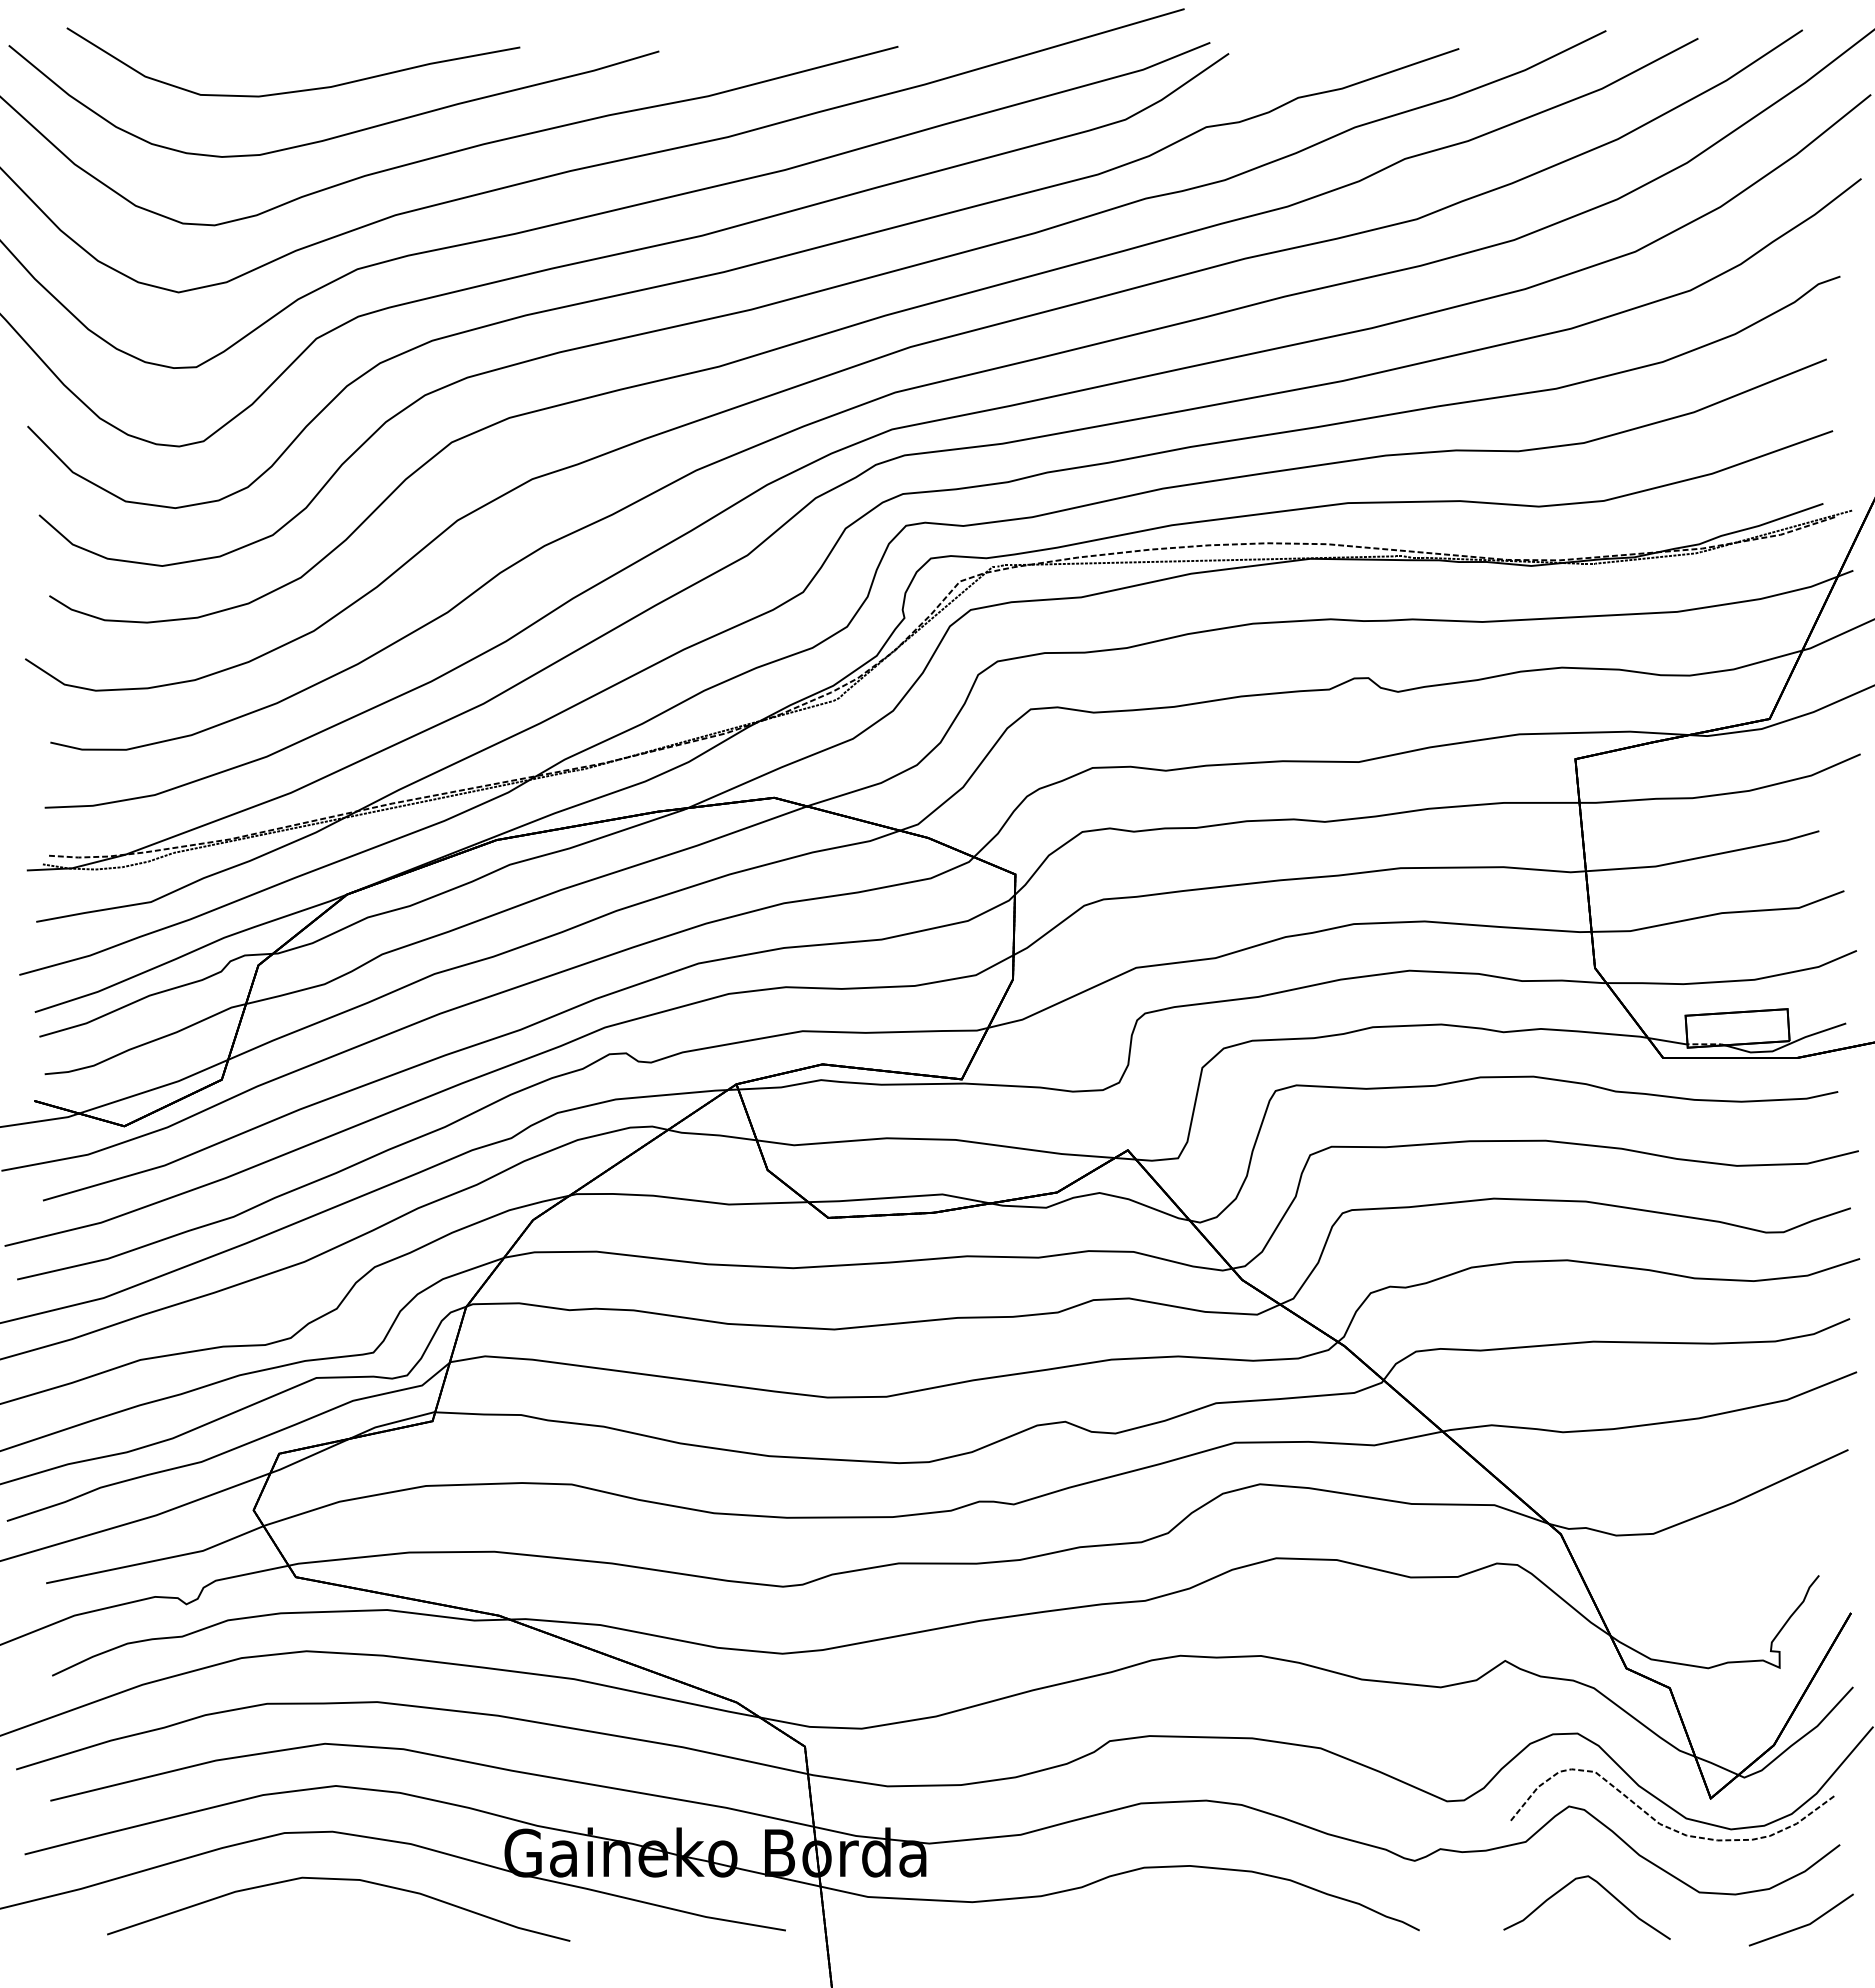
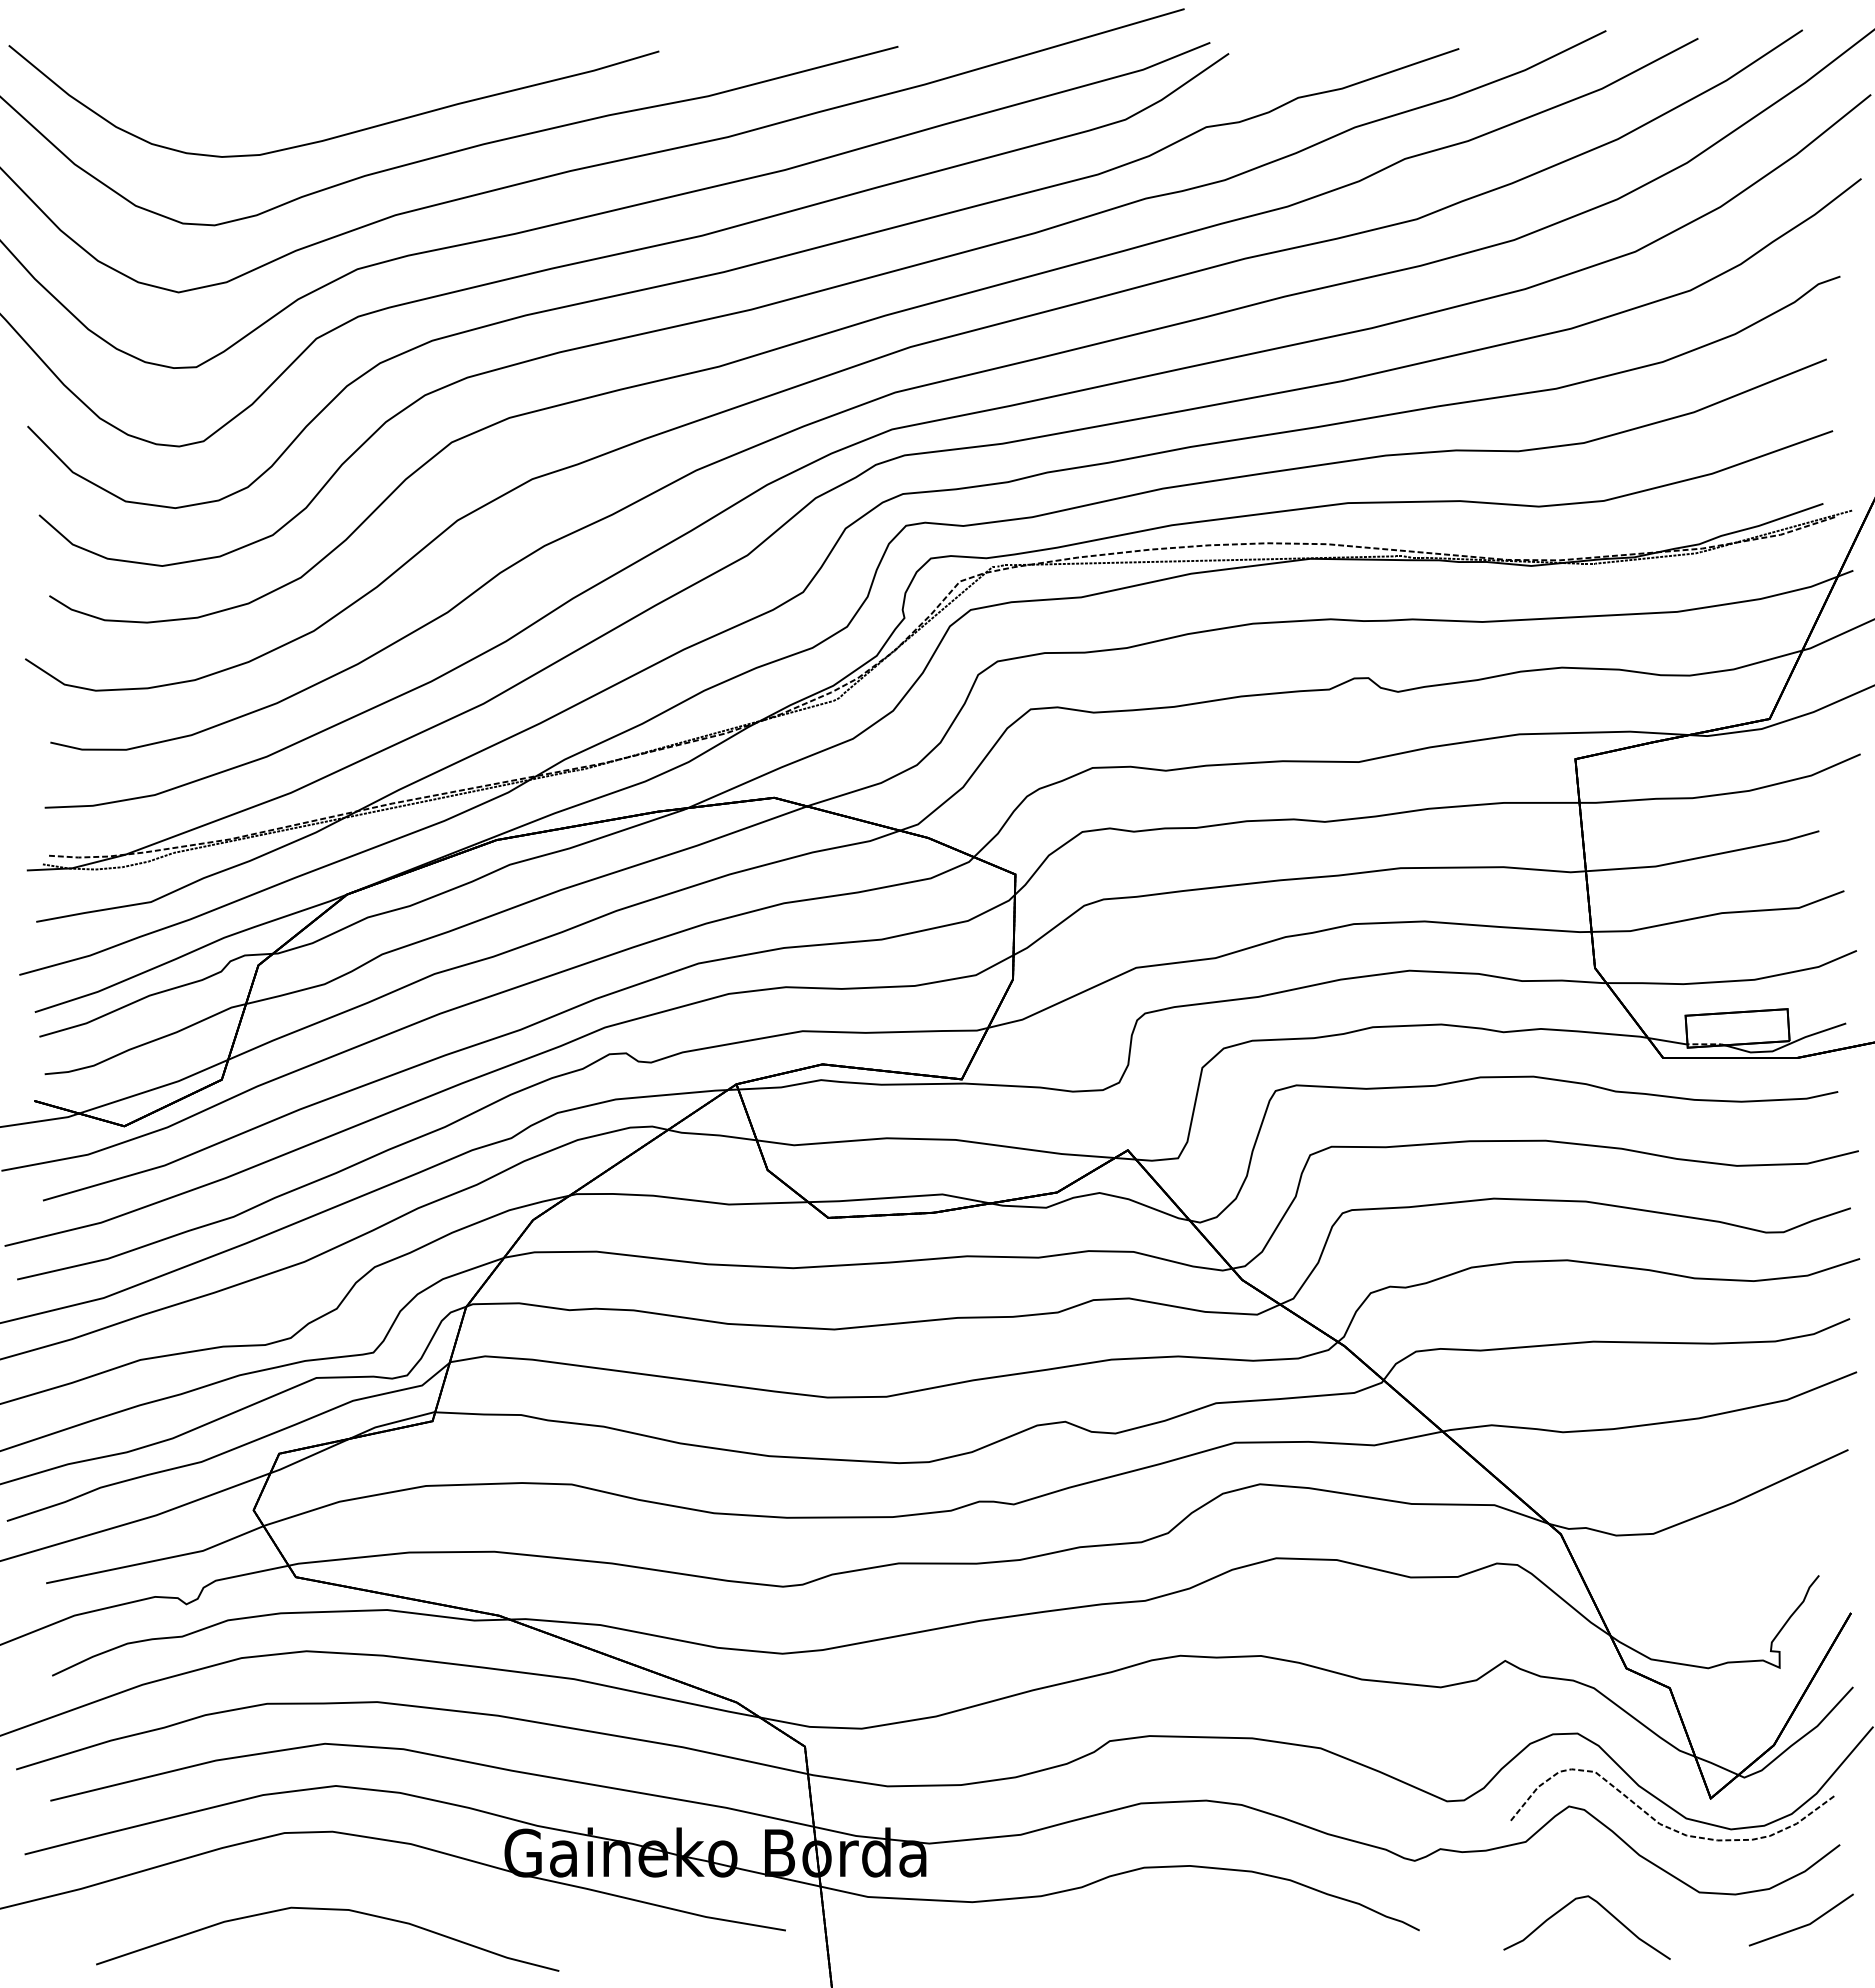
part at (294, 90): present -> none
curve at (339, 1880) position: (339, 1880) -> (328, 1910)
curve at (1601, 1887) position: (1601, 1887) -> (1601, 1907)
